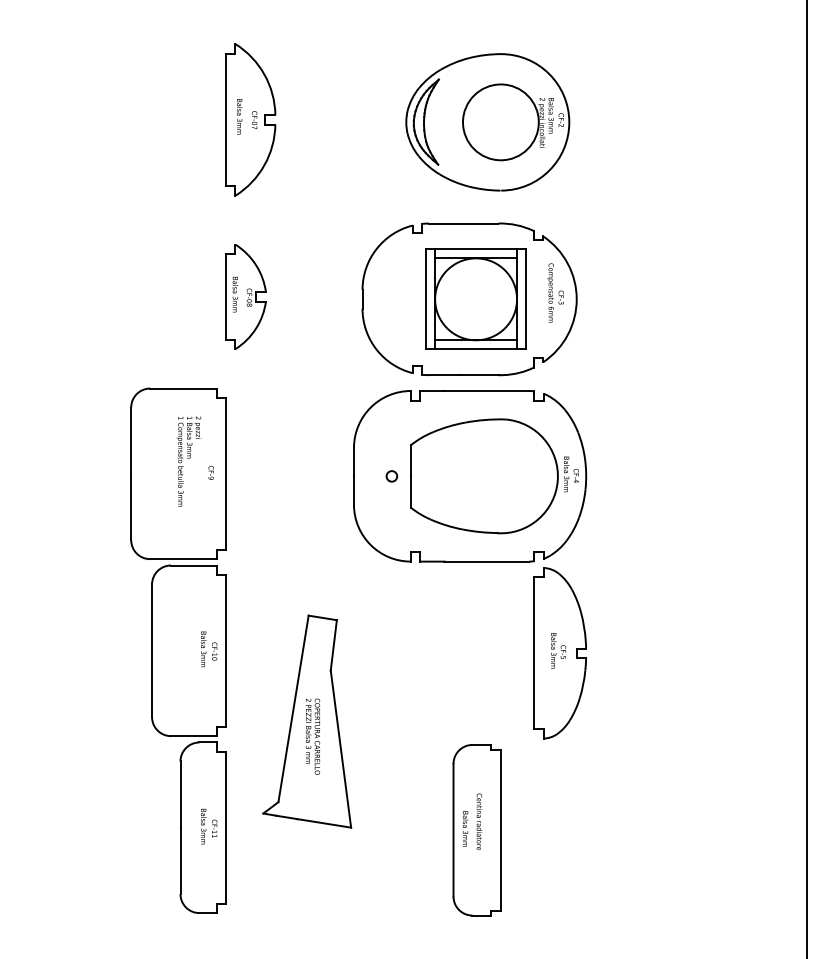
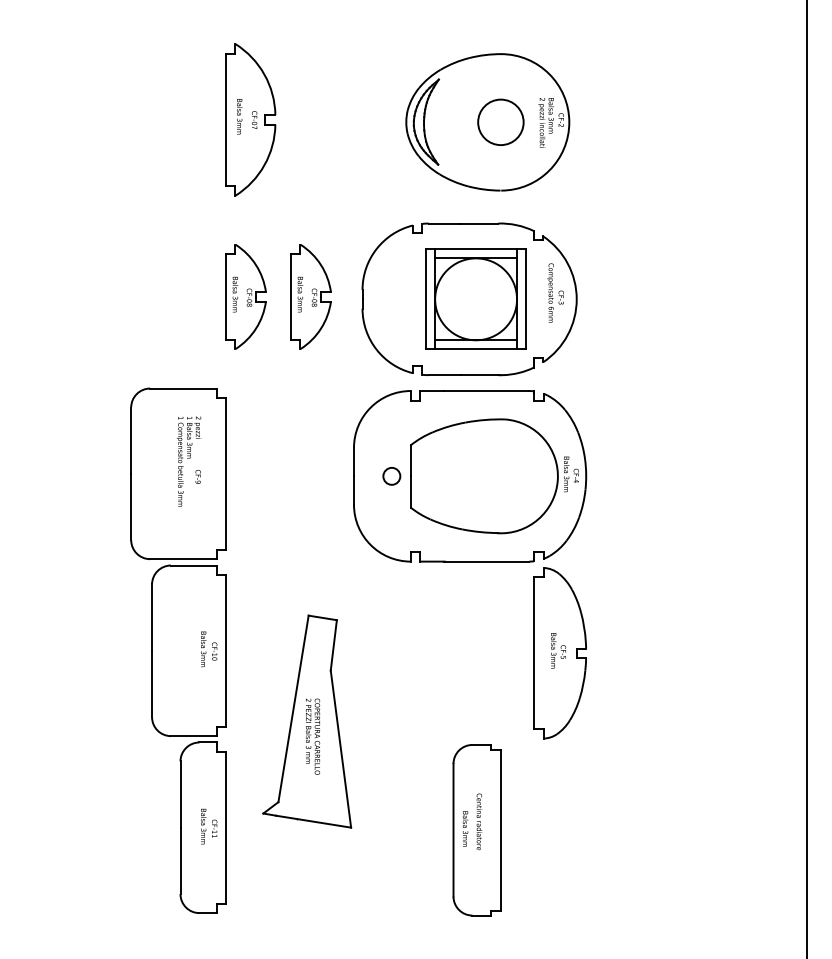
circle at (500, 122) diameter: 76 px -> 45 px
part at (310, 296): none -> present
text at (210, 472) position: (210, 472) -> (197, 476)
circle at (391, 476) size: 14x13 px -> 20x19 px
